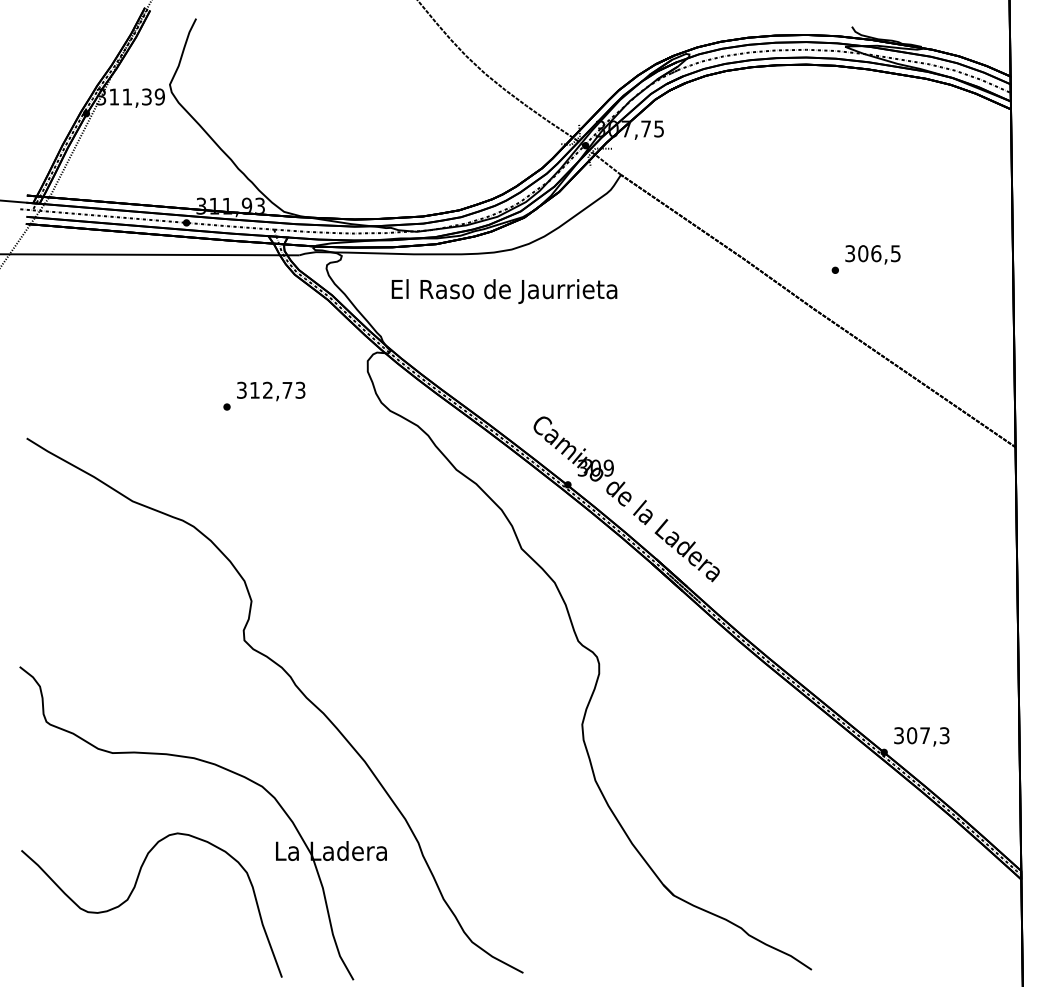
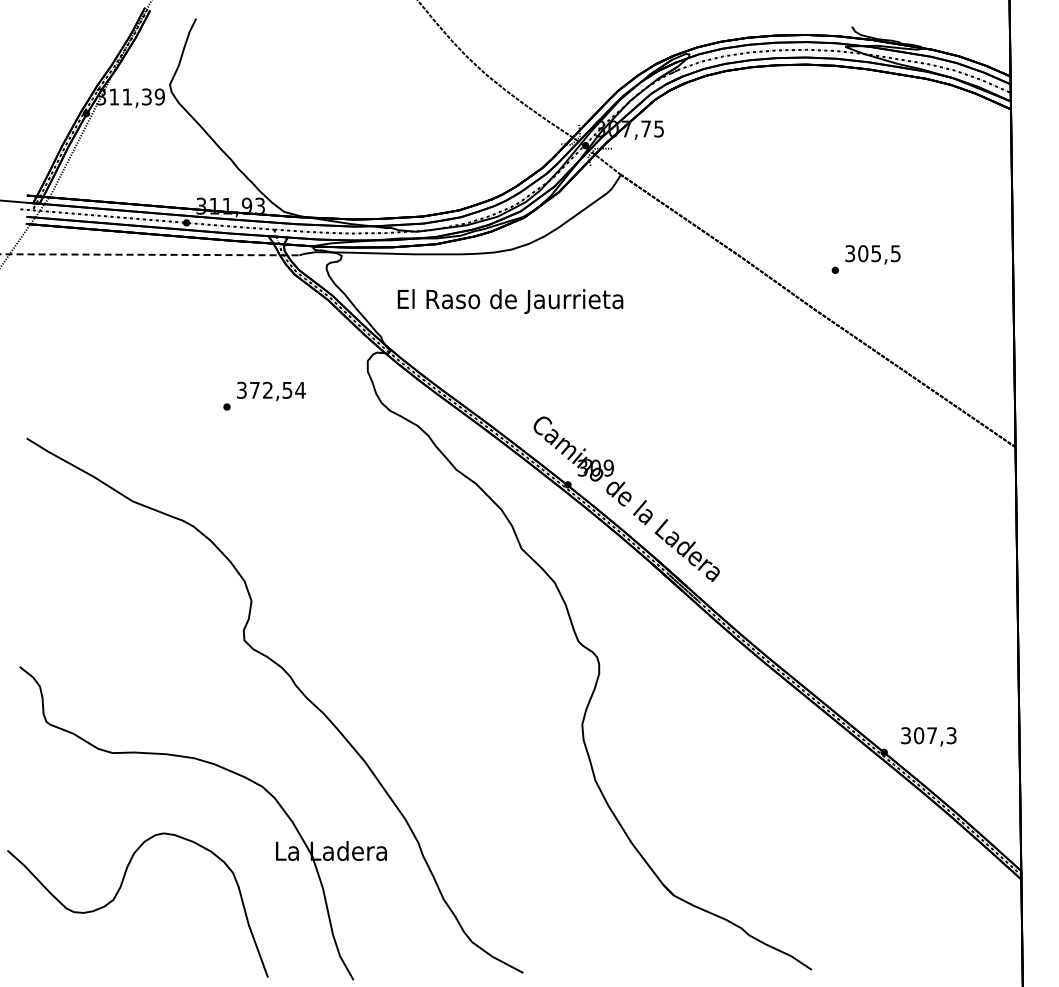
text at (876, 253): 306,5 -> 305,5
line at (150, 254): solid -> dashed
text at (504, 291) position: (504, 291) -> (510, 301)
text at (277, 389): 312,73 -> 372,54
text at (921, 736) position: (921, 736) -> (928, 736)
curve at (132, 893) position: (132, 893) -> (118, 893)
